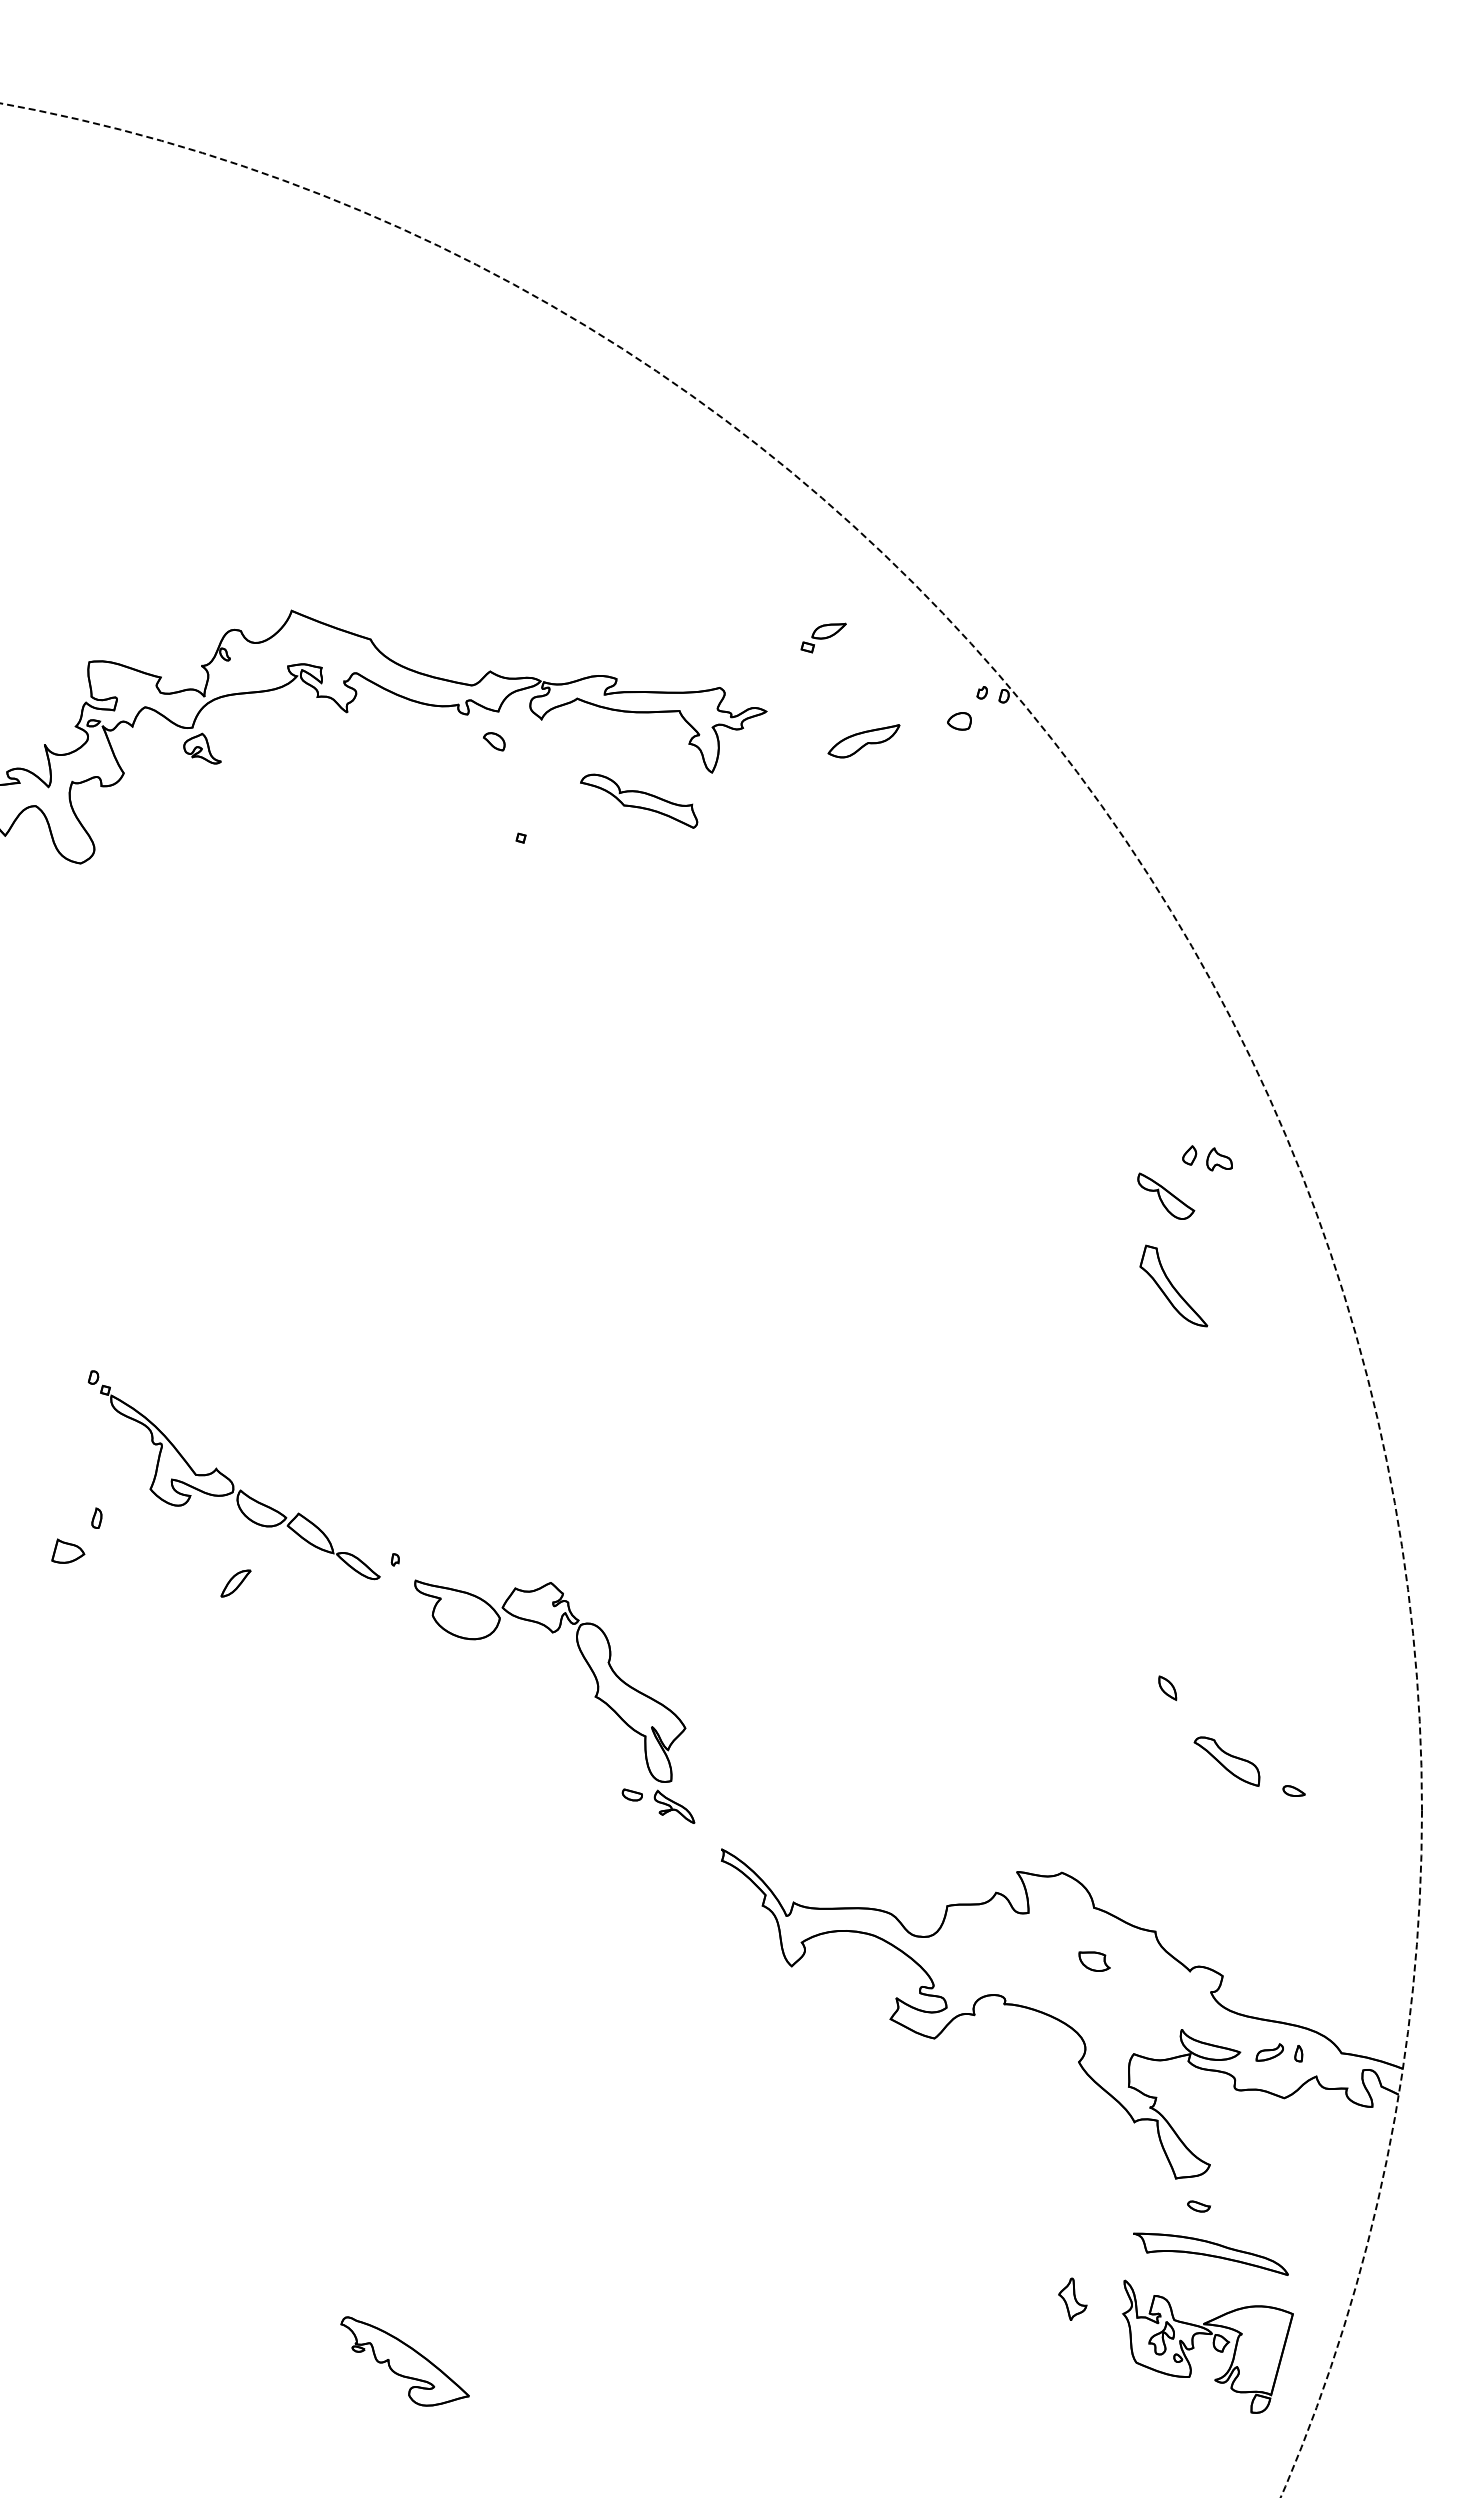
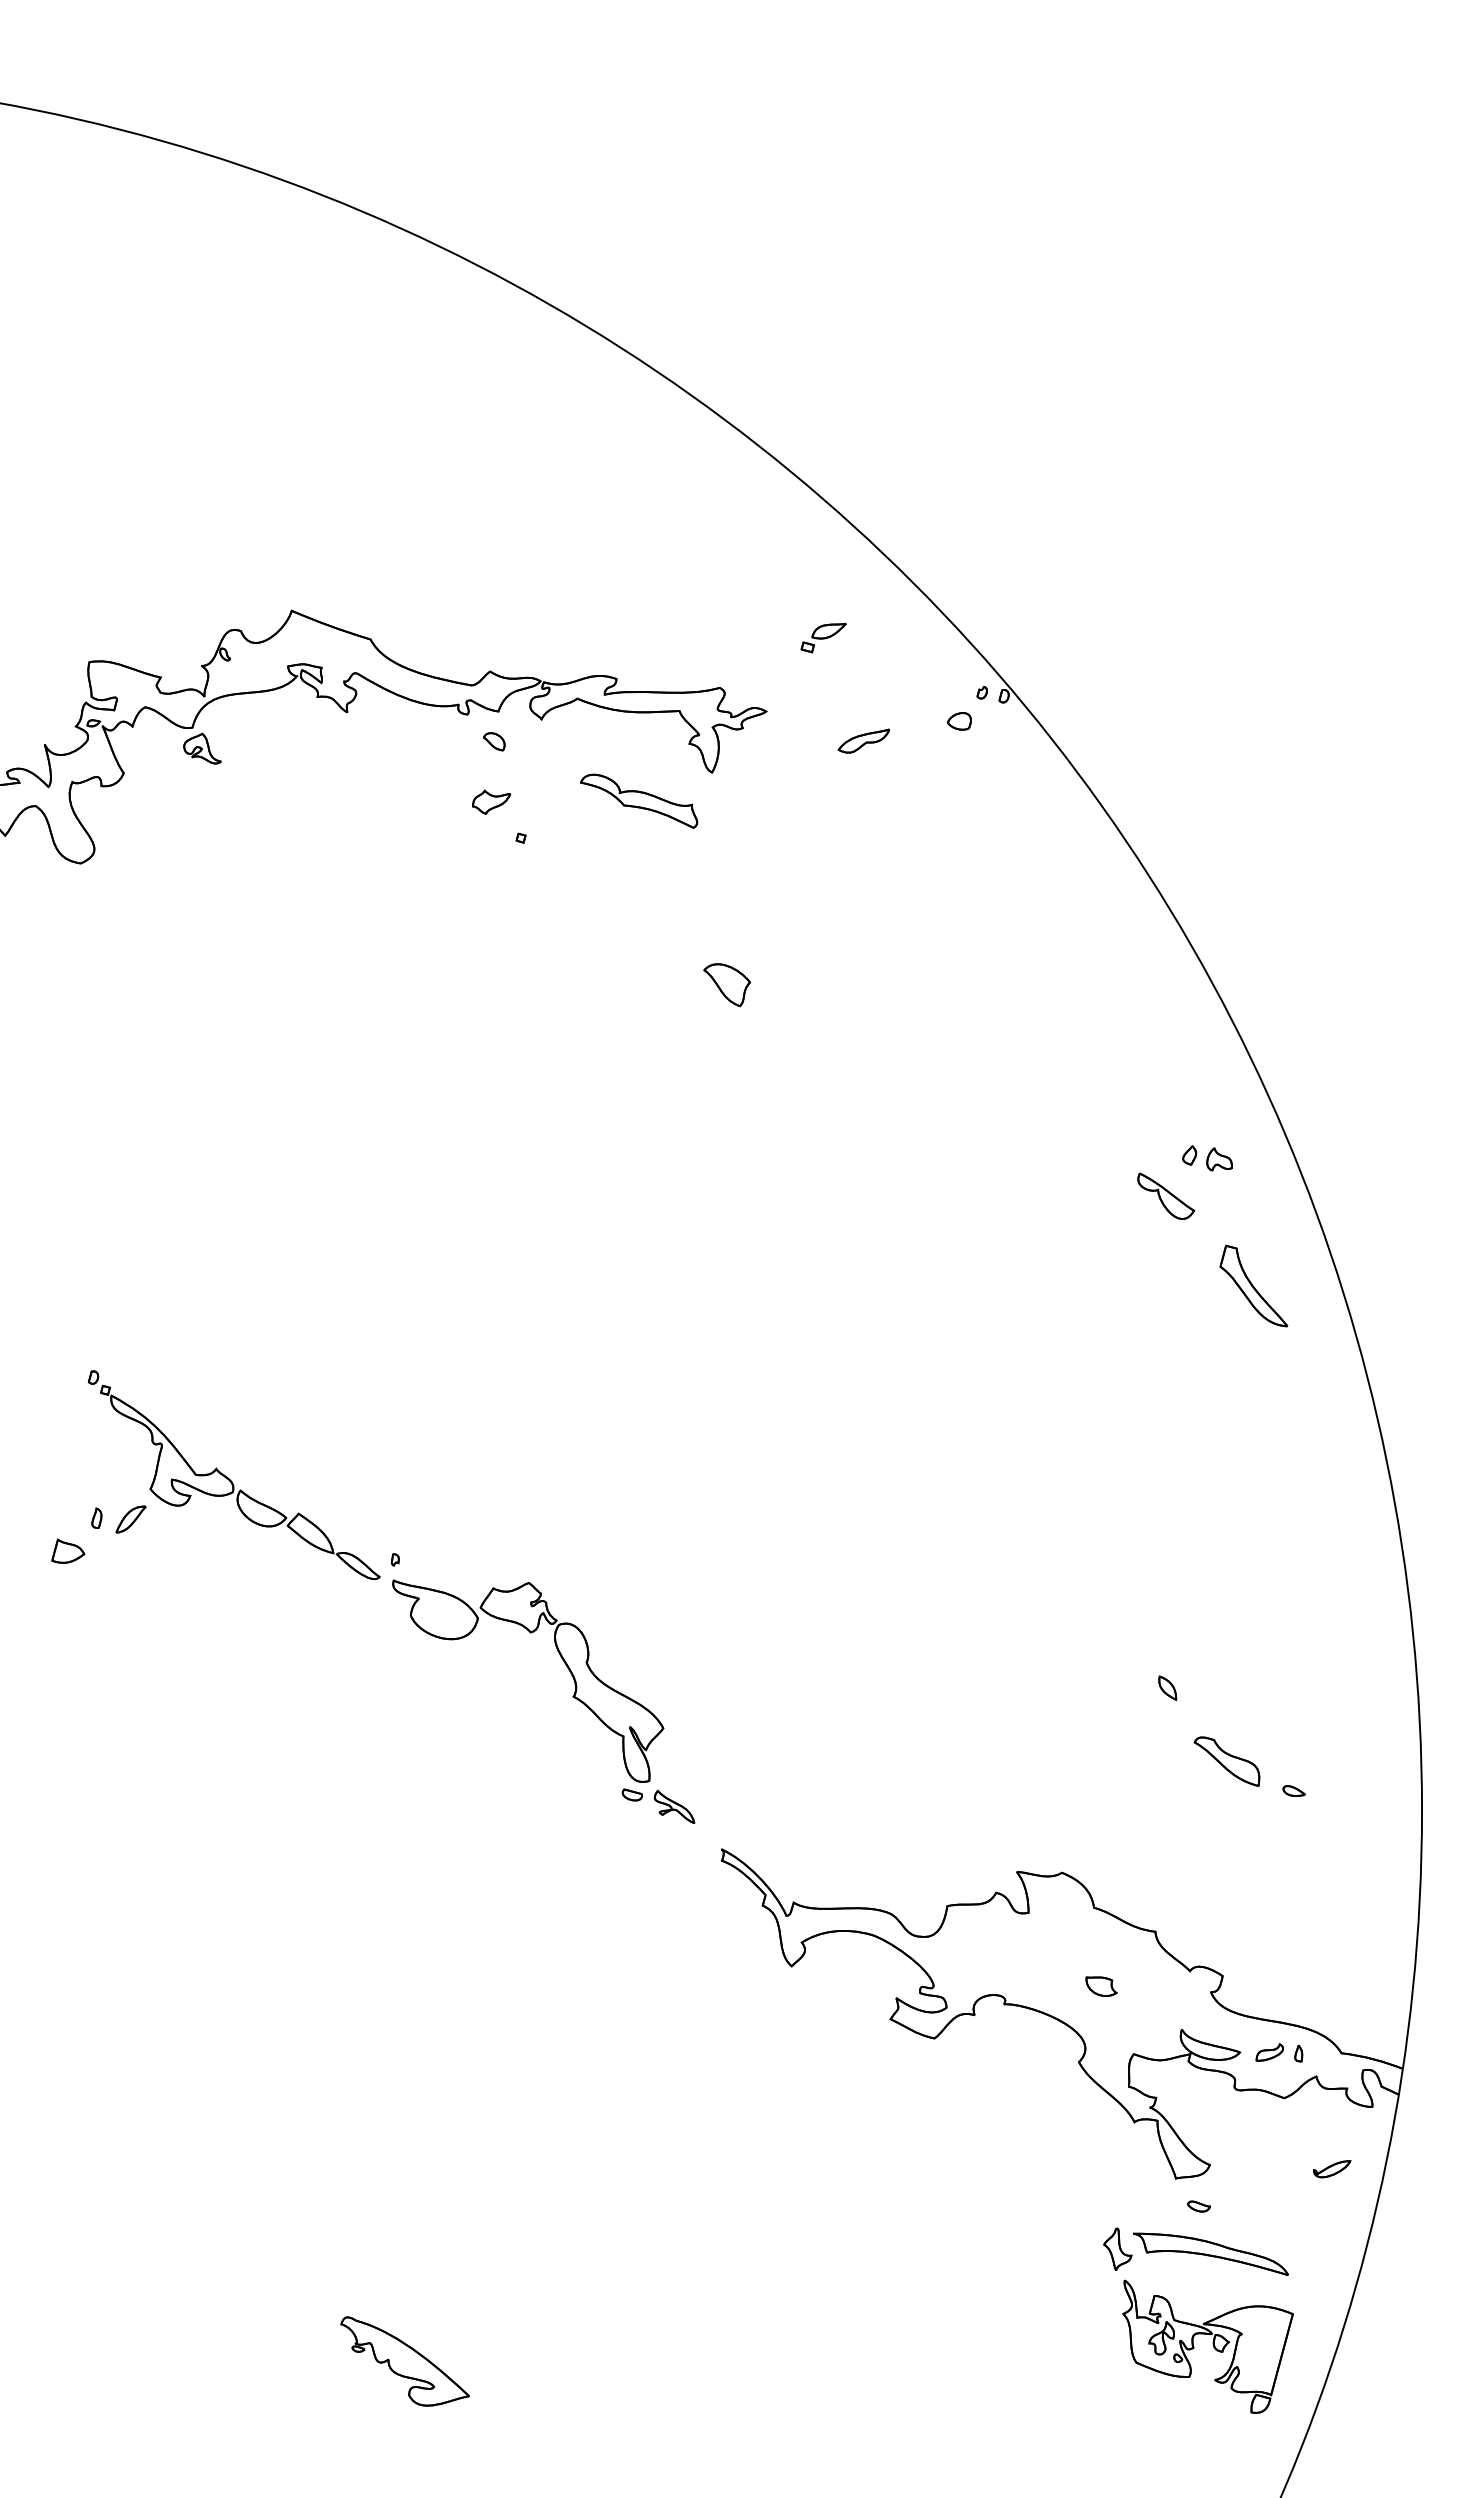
part at (863, 741) size: 74x35 px -> 54x26 px
part at (491, 801): none -> present
part at (726, 985): none -> present
part at (1173, 1285) position: (1173, 1285) -> (1253, 1285)
circle at (711, 1300): dashed -> solid
part at (235, 1583) position: (235, 1583) -> (130, 1519)
part at (584, 1660) position: (584, 1660) -> (562, 1660)
part at (1094, 1961) position: (1094, 1961) -> (1101, 1986)
part at (1332, 2169): none -> present
part at (1072, 2298) position: (1072, 2298) -> (1117, 2248)
